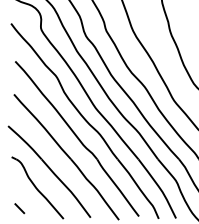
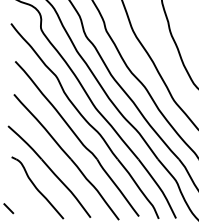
line at (19, 208) position: (19, 208) -> (8, 208)
